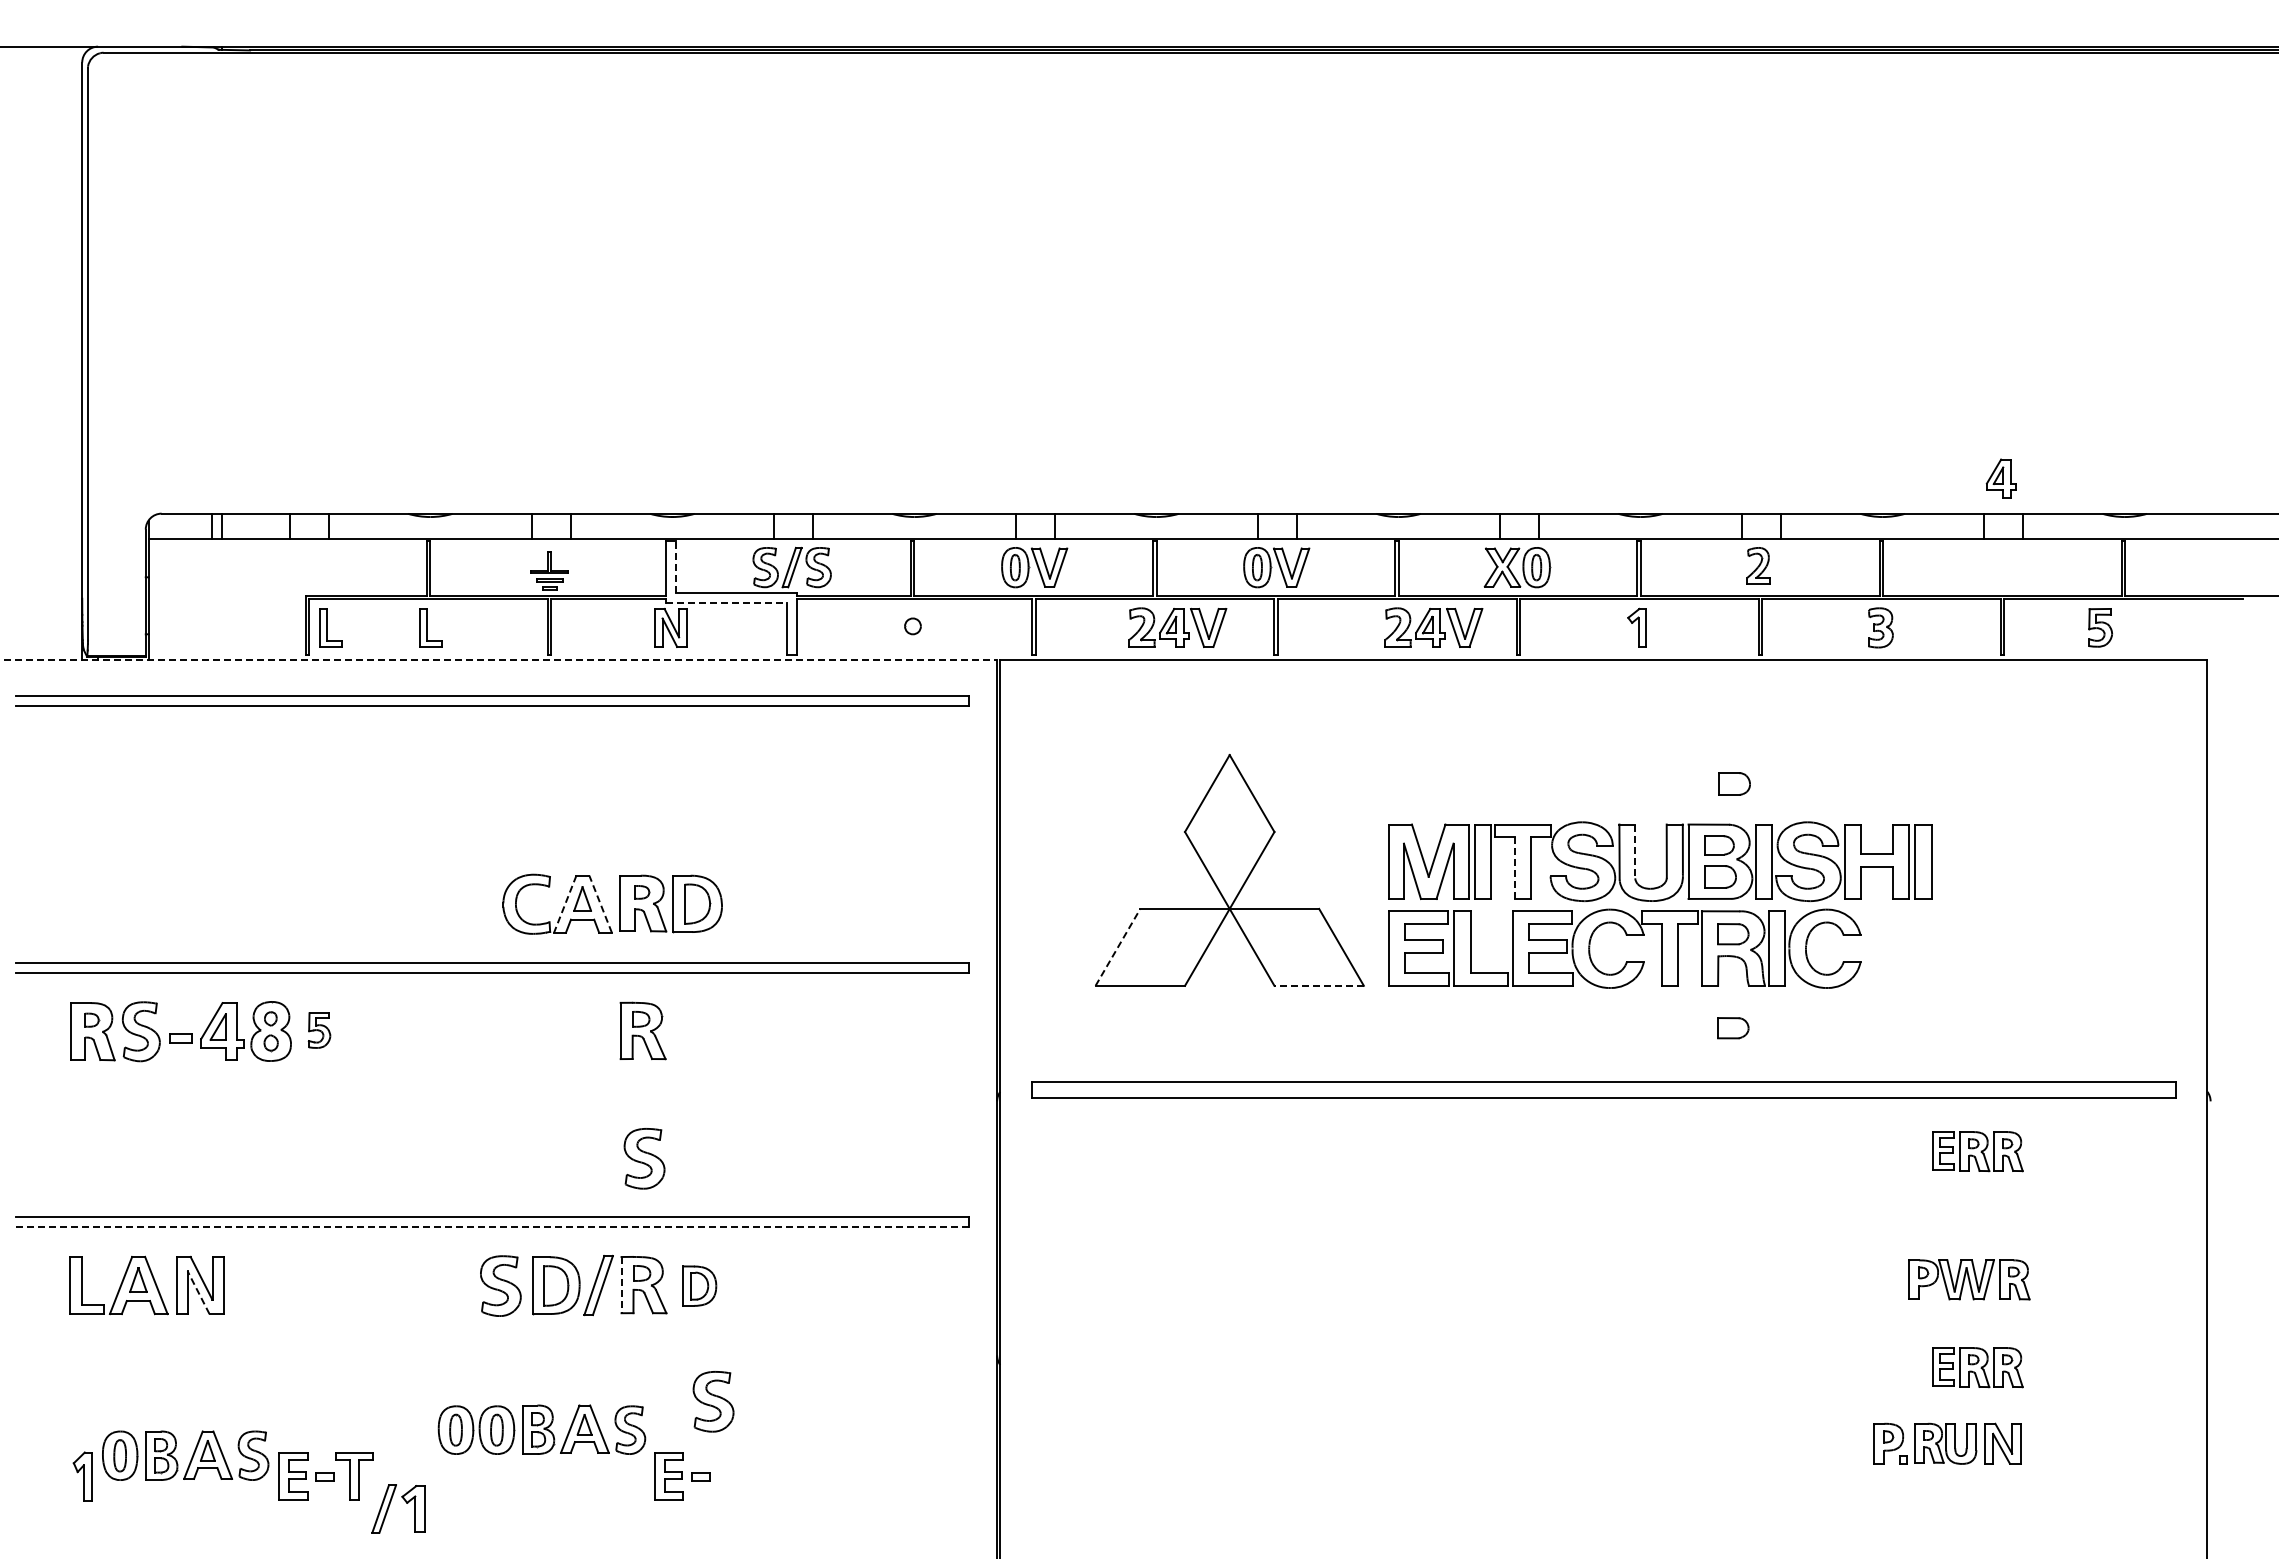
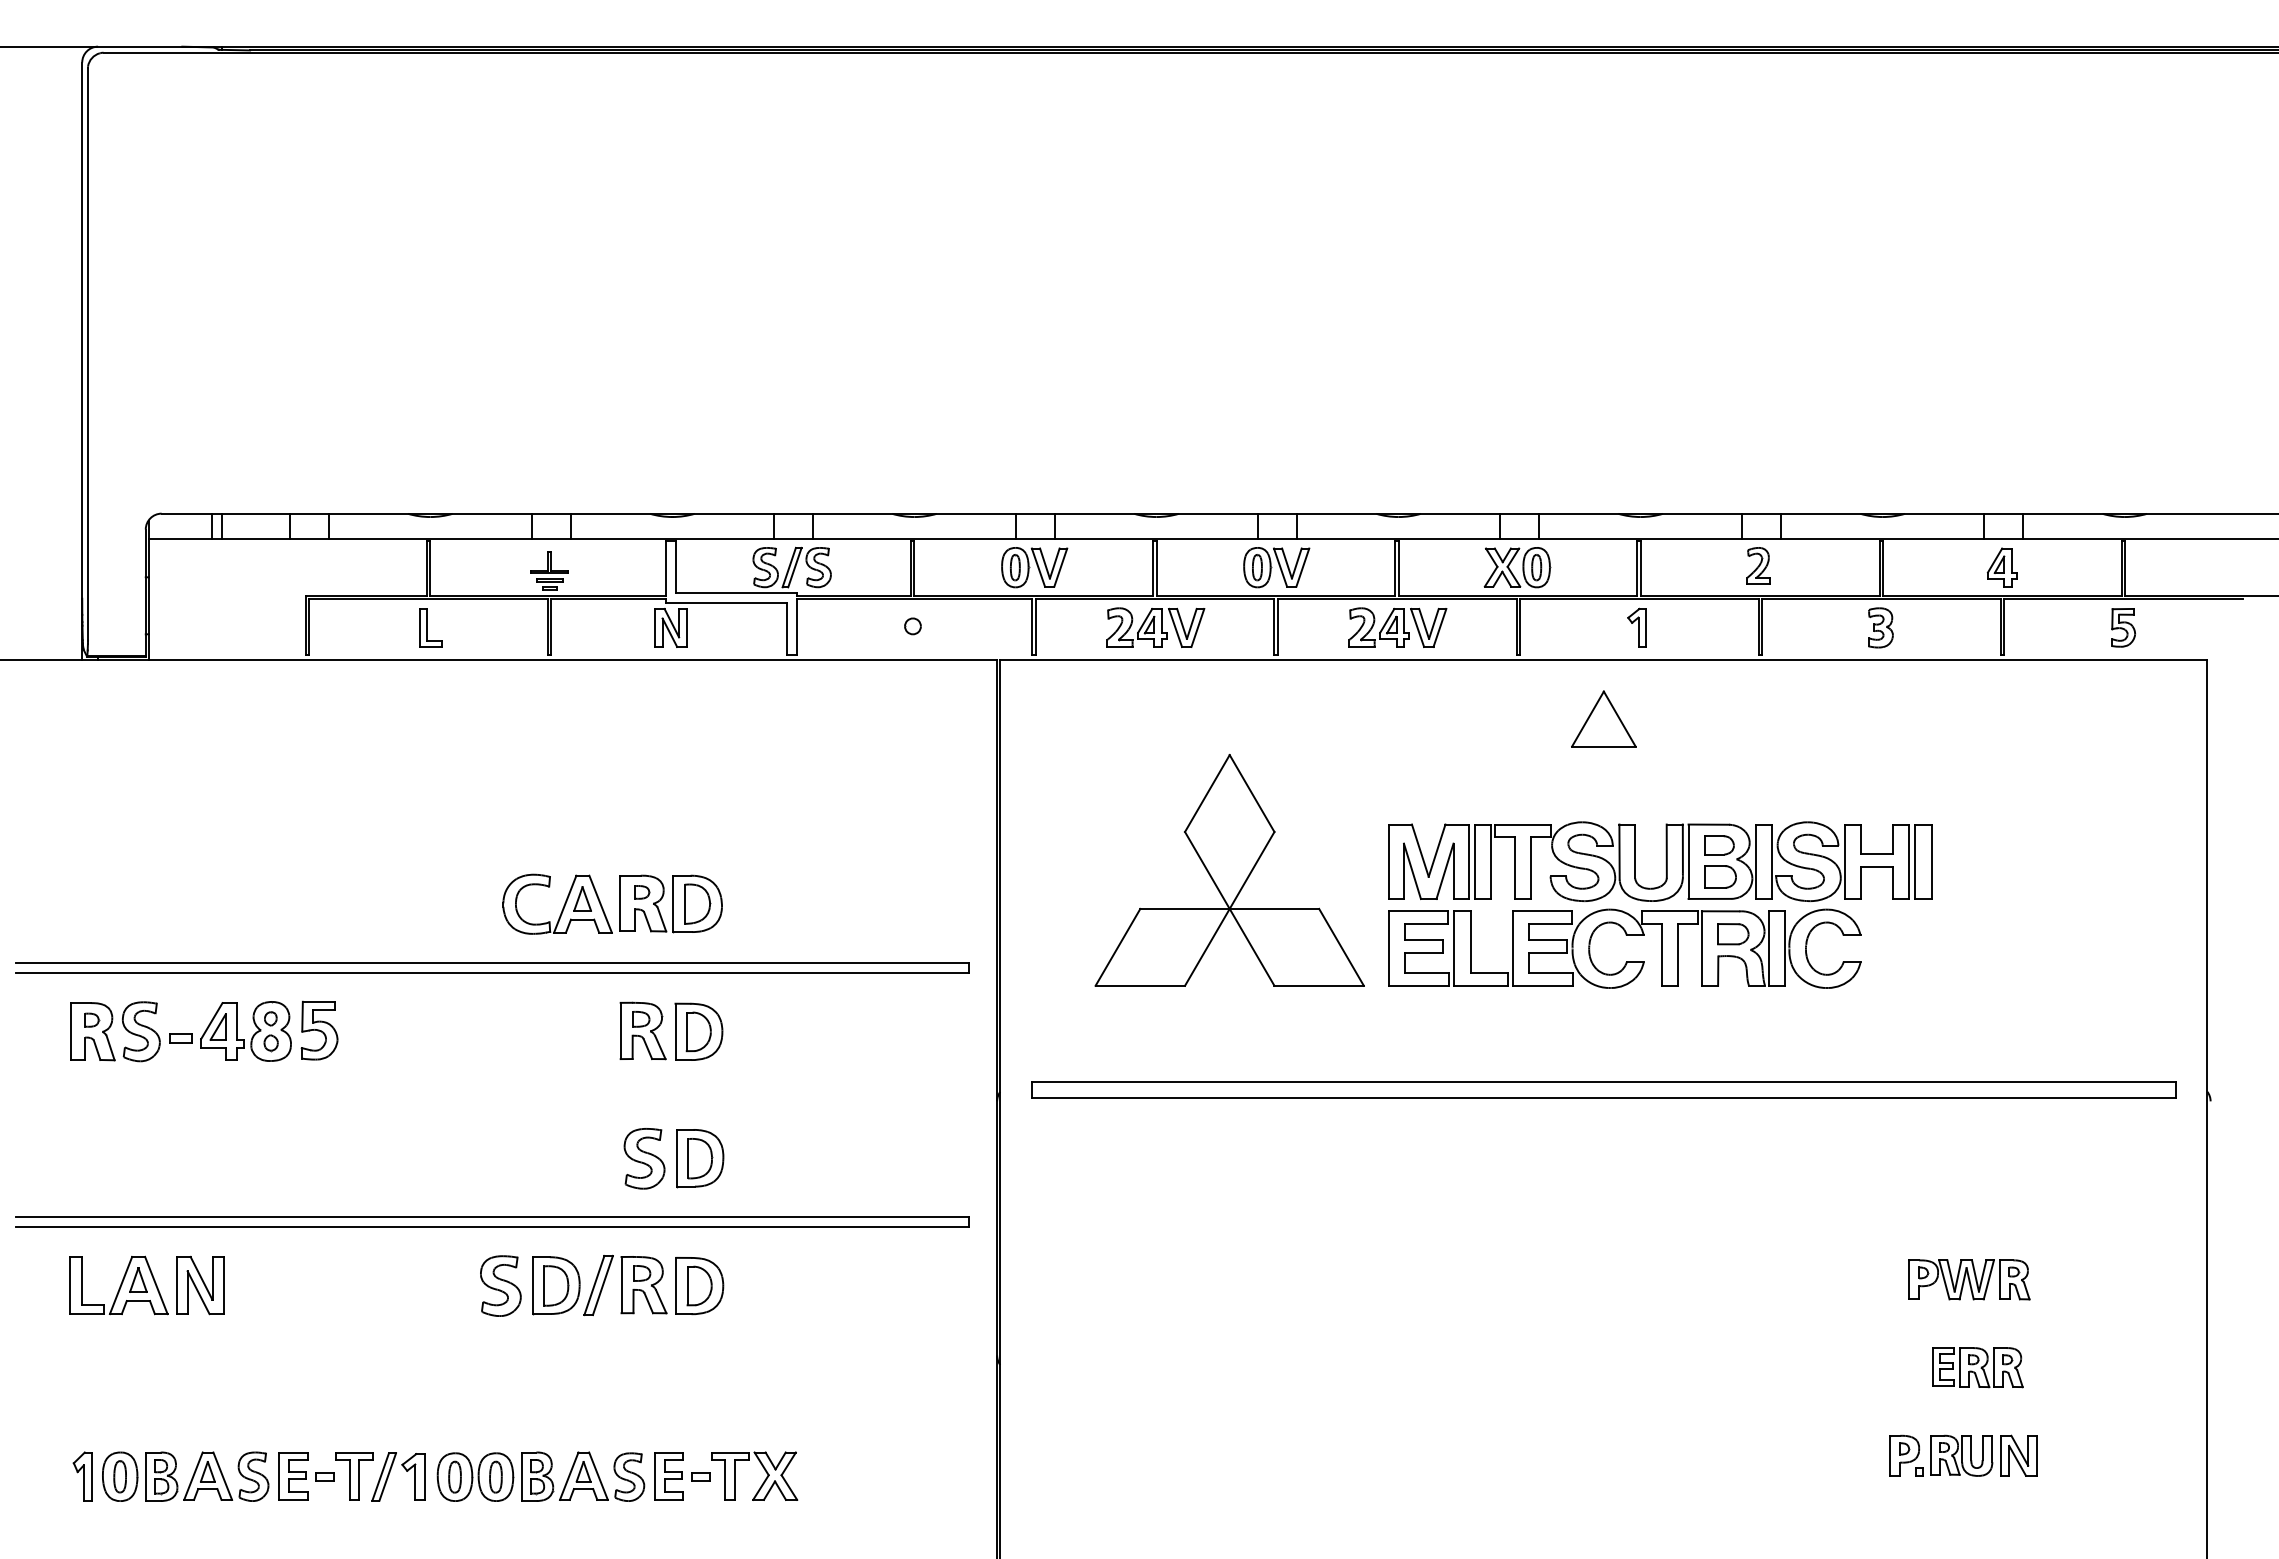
part at (2000, 478) position: (2000, 478) -> (2001, 567)
line at (675, 566): dashed -> solid
line at (726, 602): dashed -> solid
part at (330, 627): present -> none
part at (1177, 627) position: (1177, 627) -> (1155, 627)
part at (1433, 627) position: (1433, 627) -> (1397, 627)
part at (2100, 627) position: (2100, 627) -> (2123, 627)
line at (499, 659): dashed -> solid
part at (492, 700): present -> none
part at (1603, 718): none -> present
part at (1734, 783): present -> none
line at (1635, 851): dashed -> solid
line at (1514, 868): dashed -> solid
line at (565, 904): dashed -> solid
line at (600, 904): dashed -> solid
line at (1118, 946): dashed -> solid
line at (1319, 985): dashed -> solid
part at (1733, 1028): present -> none
part at (319, 1030) size: 25x37 px -> 39x61 px
part at (698, 1031): none -> present
part at (1977, 1151): present -> none
part at (700, 1158): none -> present
line at (492, 1226): dashed -> solid
line at (621, 1285): dashed -> solid
part at (699, 1285) size: 36x42 px -> 50x59 px
line at (198, 1292): dashed -> solid
part at (713, 1401): present -> none
part at (541, 1429) position: (541, 1429) -> (540, 1476)
part at (1947, 1443) position: (1947, 1443) -> (1963, 1455)
part at (191, 1457) position: (191, 1457) -> (191, 1478)
part at (763, 1481): none -> present
part at (390, 1504) position: (390, 1504) -> (390, 1472)
